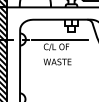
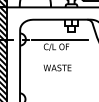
text at (57, 61) position: (57, 61) -> (57, 67)
